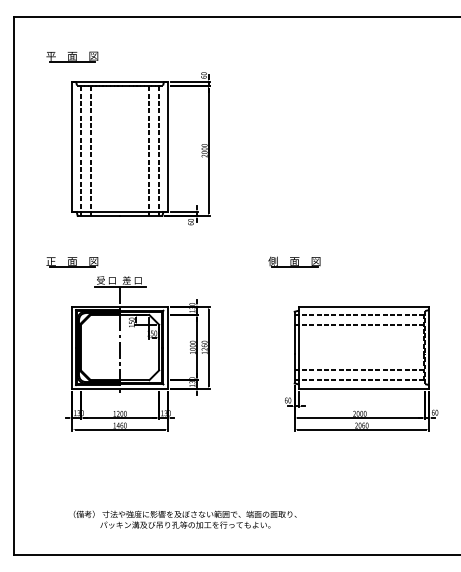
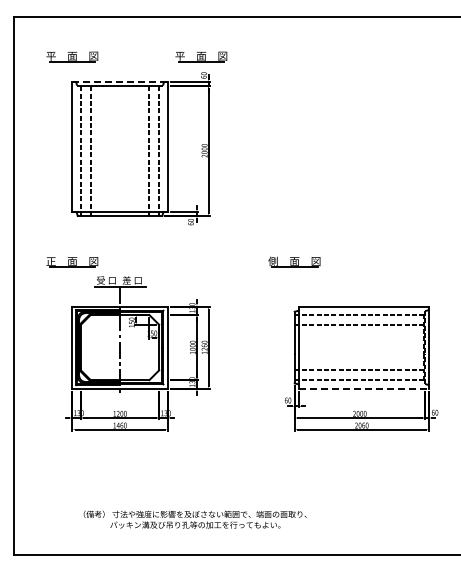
part at (201, 56): none -> present
line at (120, 81): solid -> dashed
line at (364, 388): solid -> dashed
text at (184, 519) position: (184, 519) -> (194, 519)
